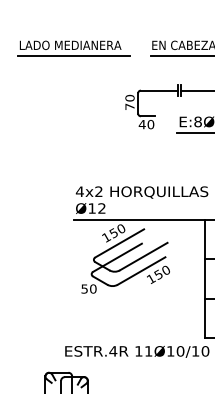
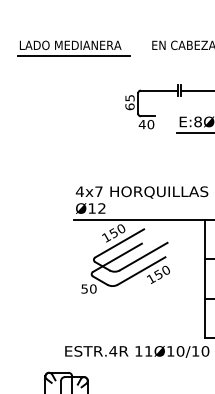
line at (180, 55): present -> none
text at (129, 102): 70 -> 65
text at (98, 191): 4x2 -> 4x7
